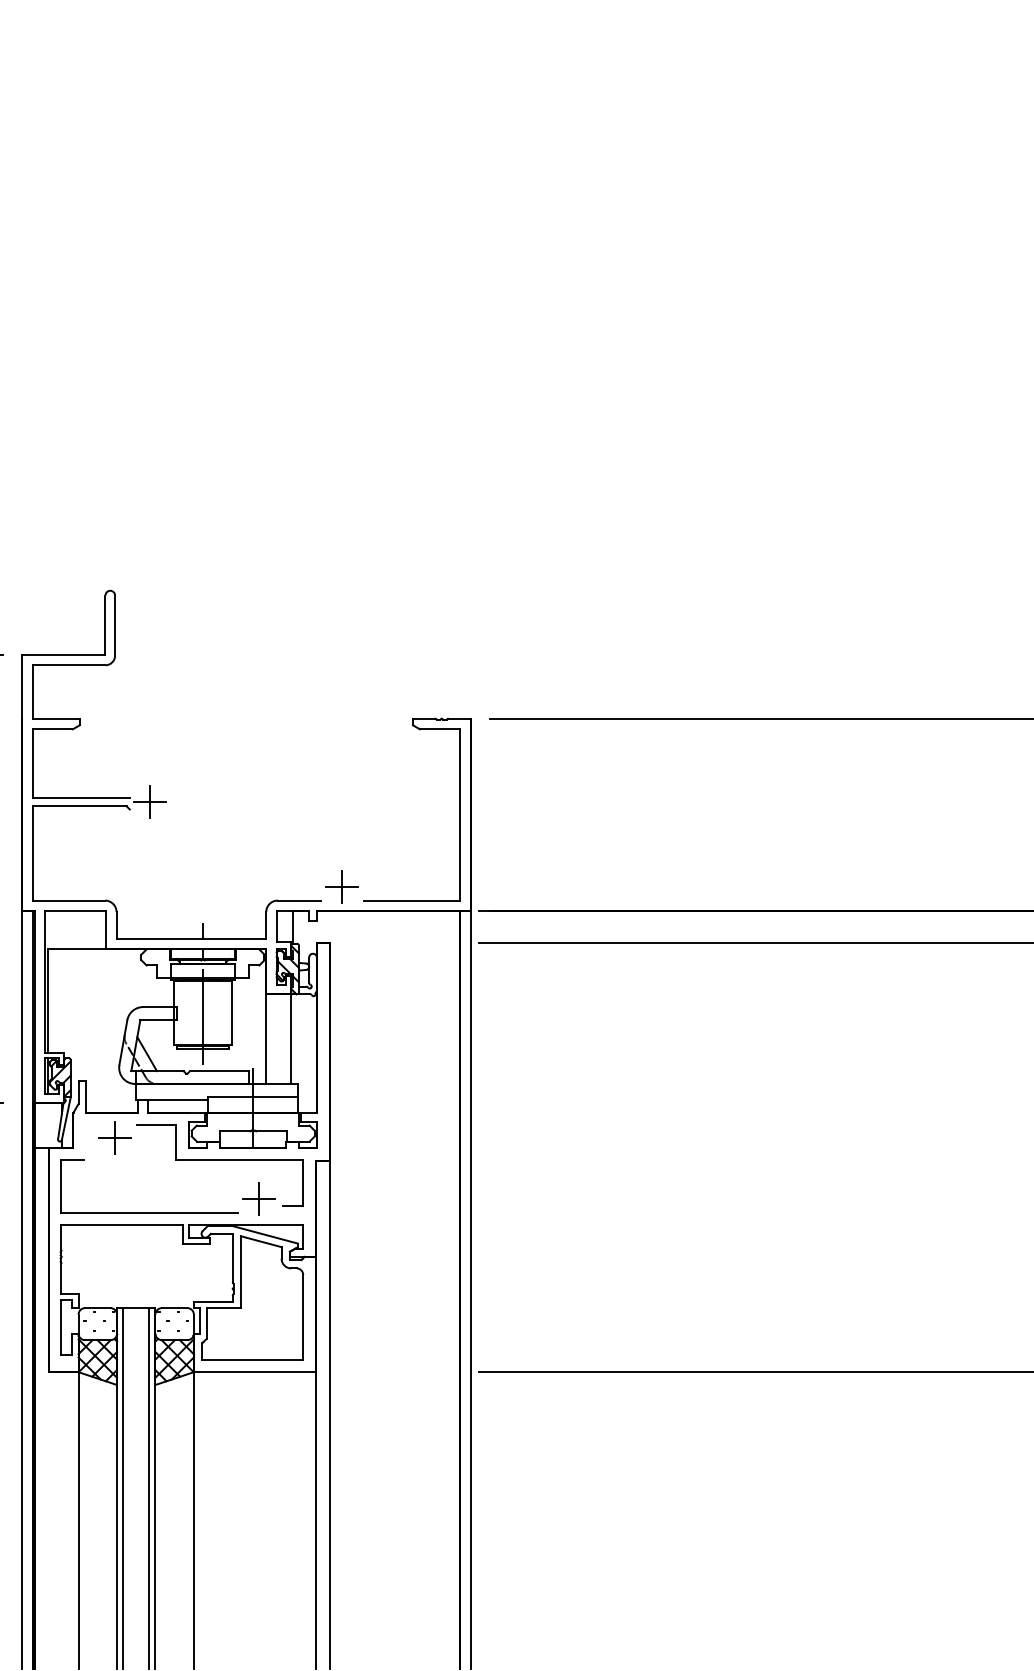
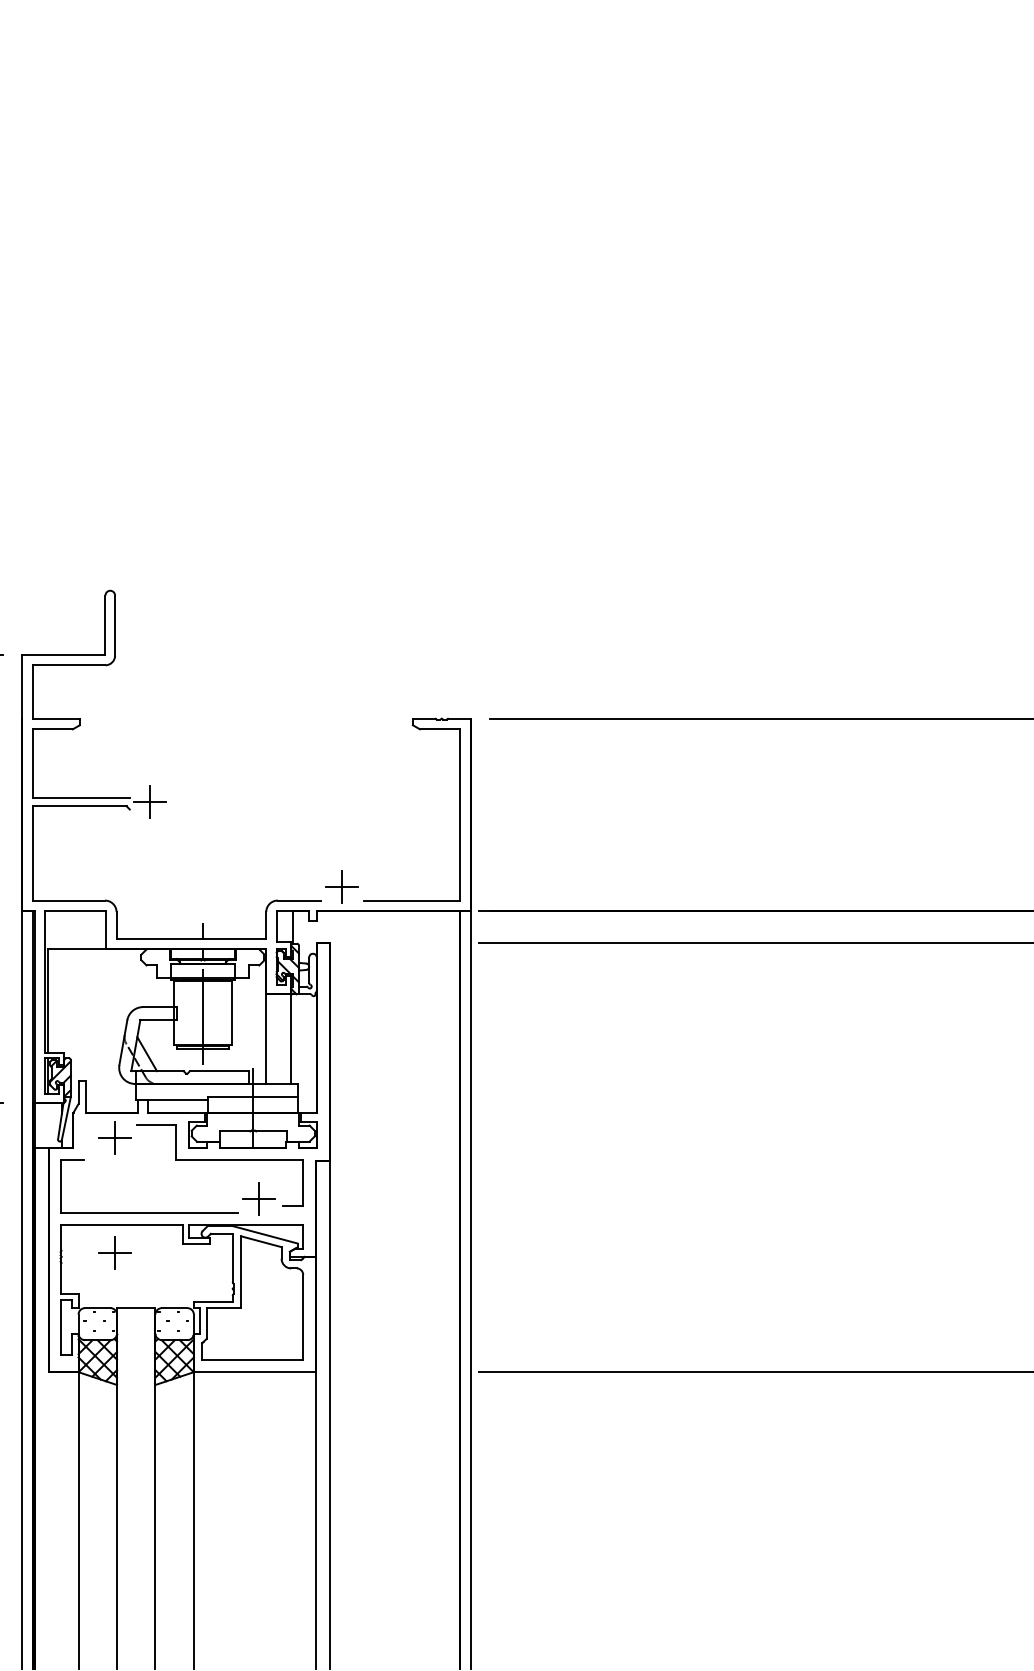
part at (114, 1252): none -> present
line at (123, 1487): present -> none
line at (149, 1487): present -> none
